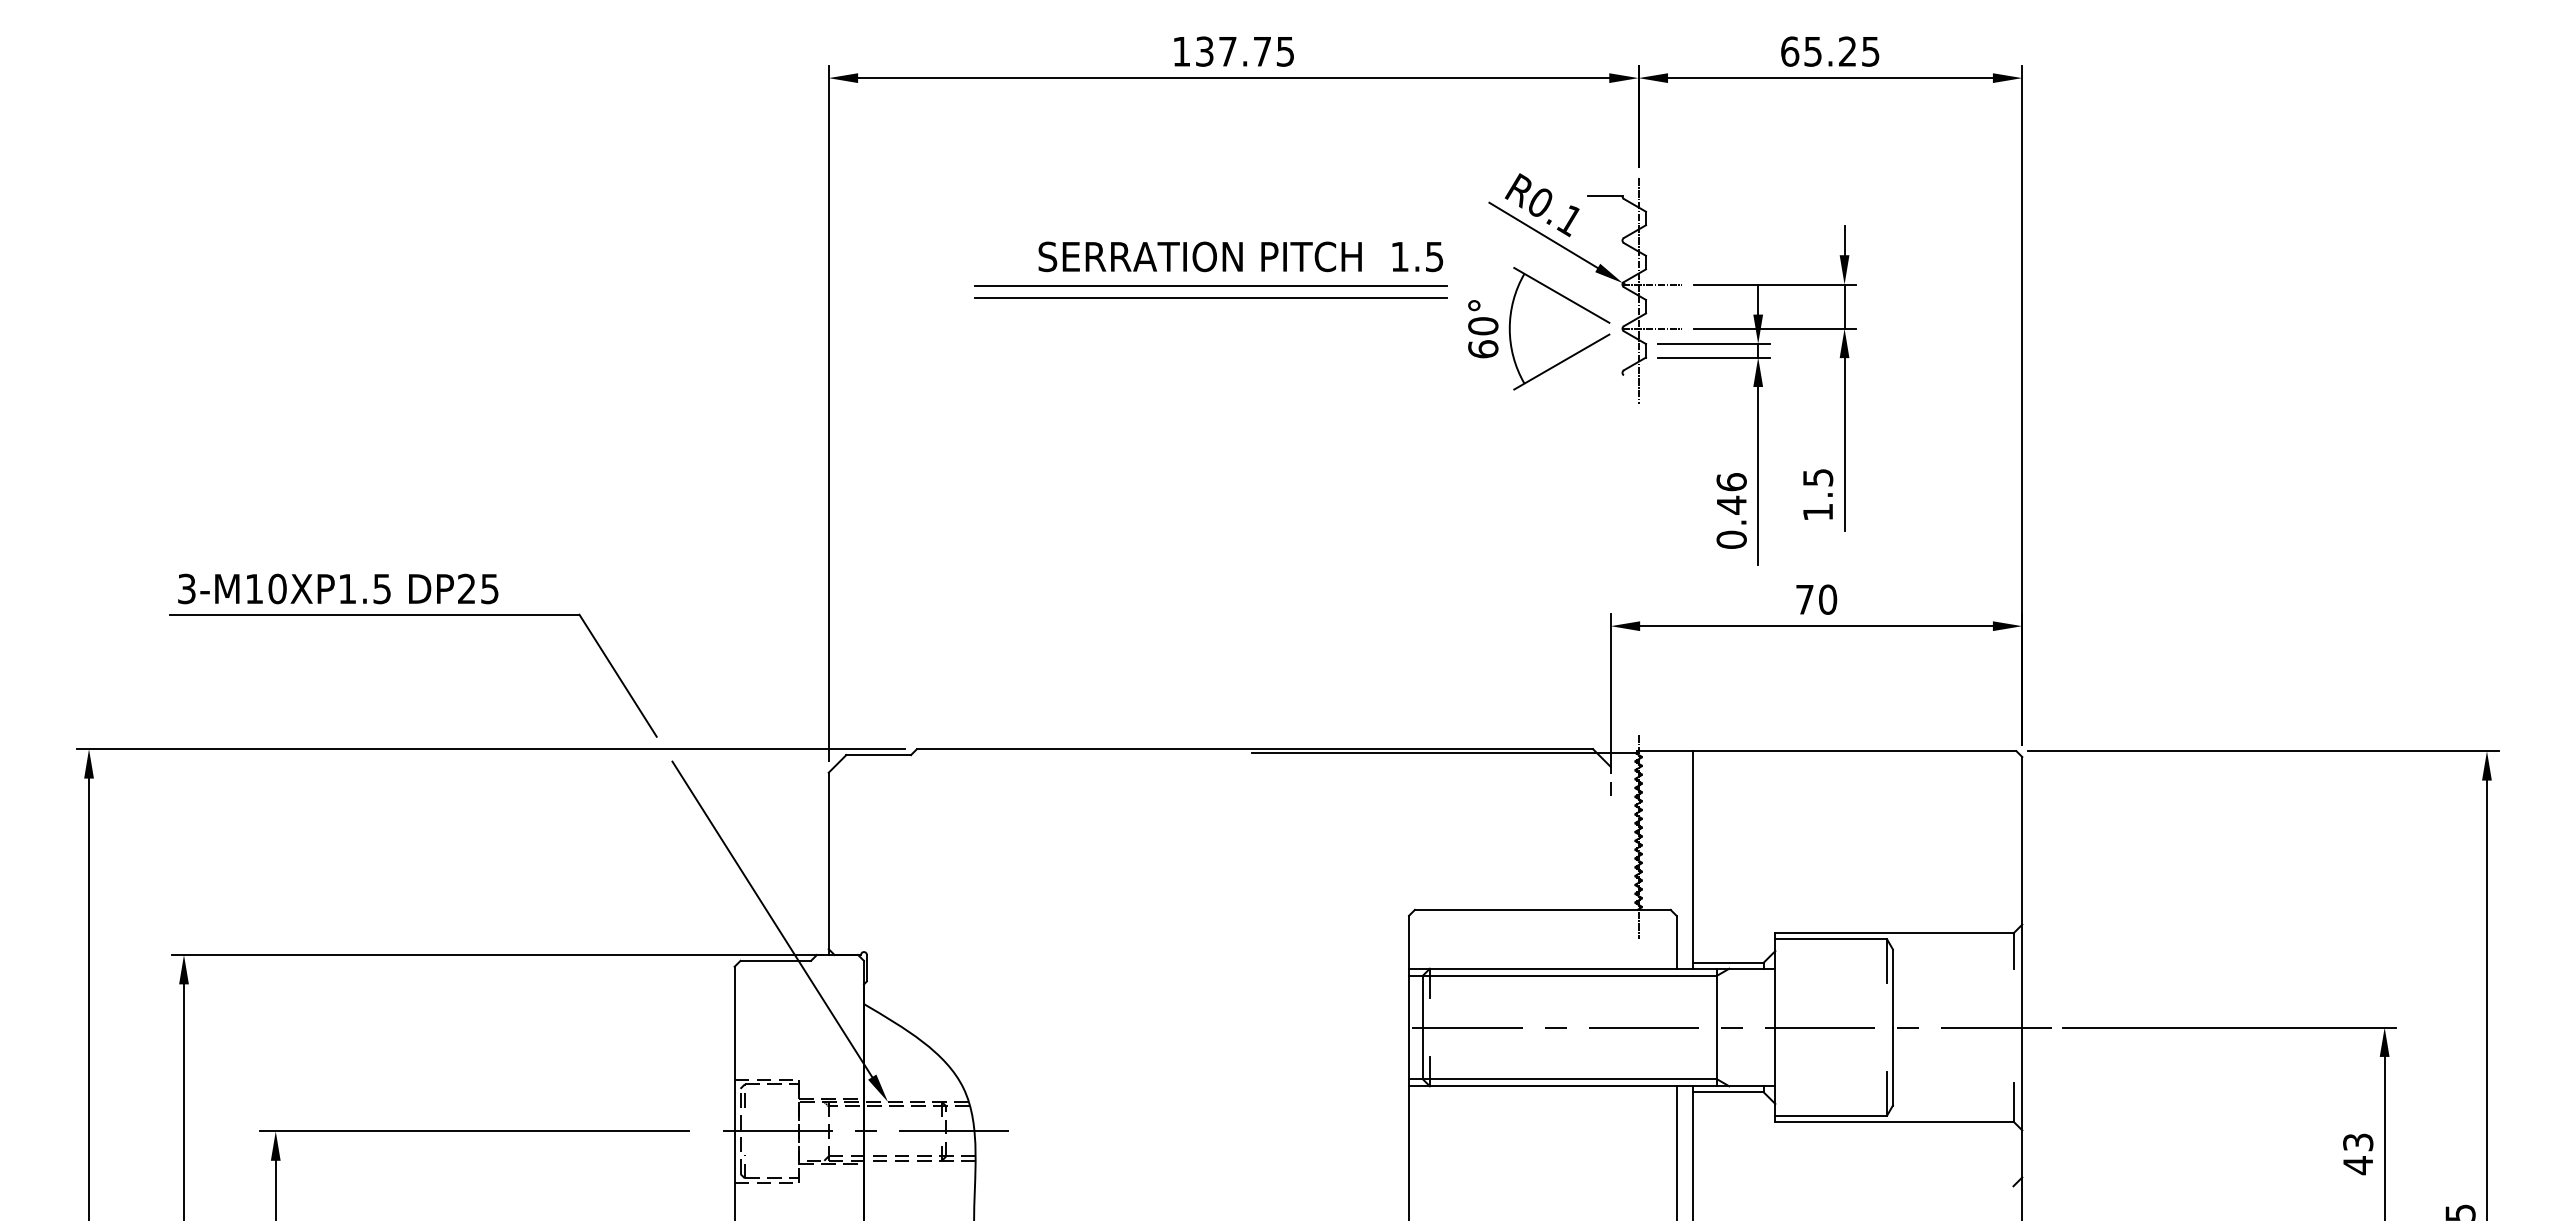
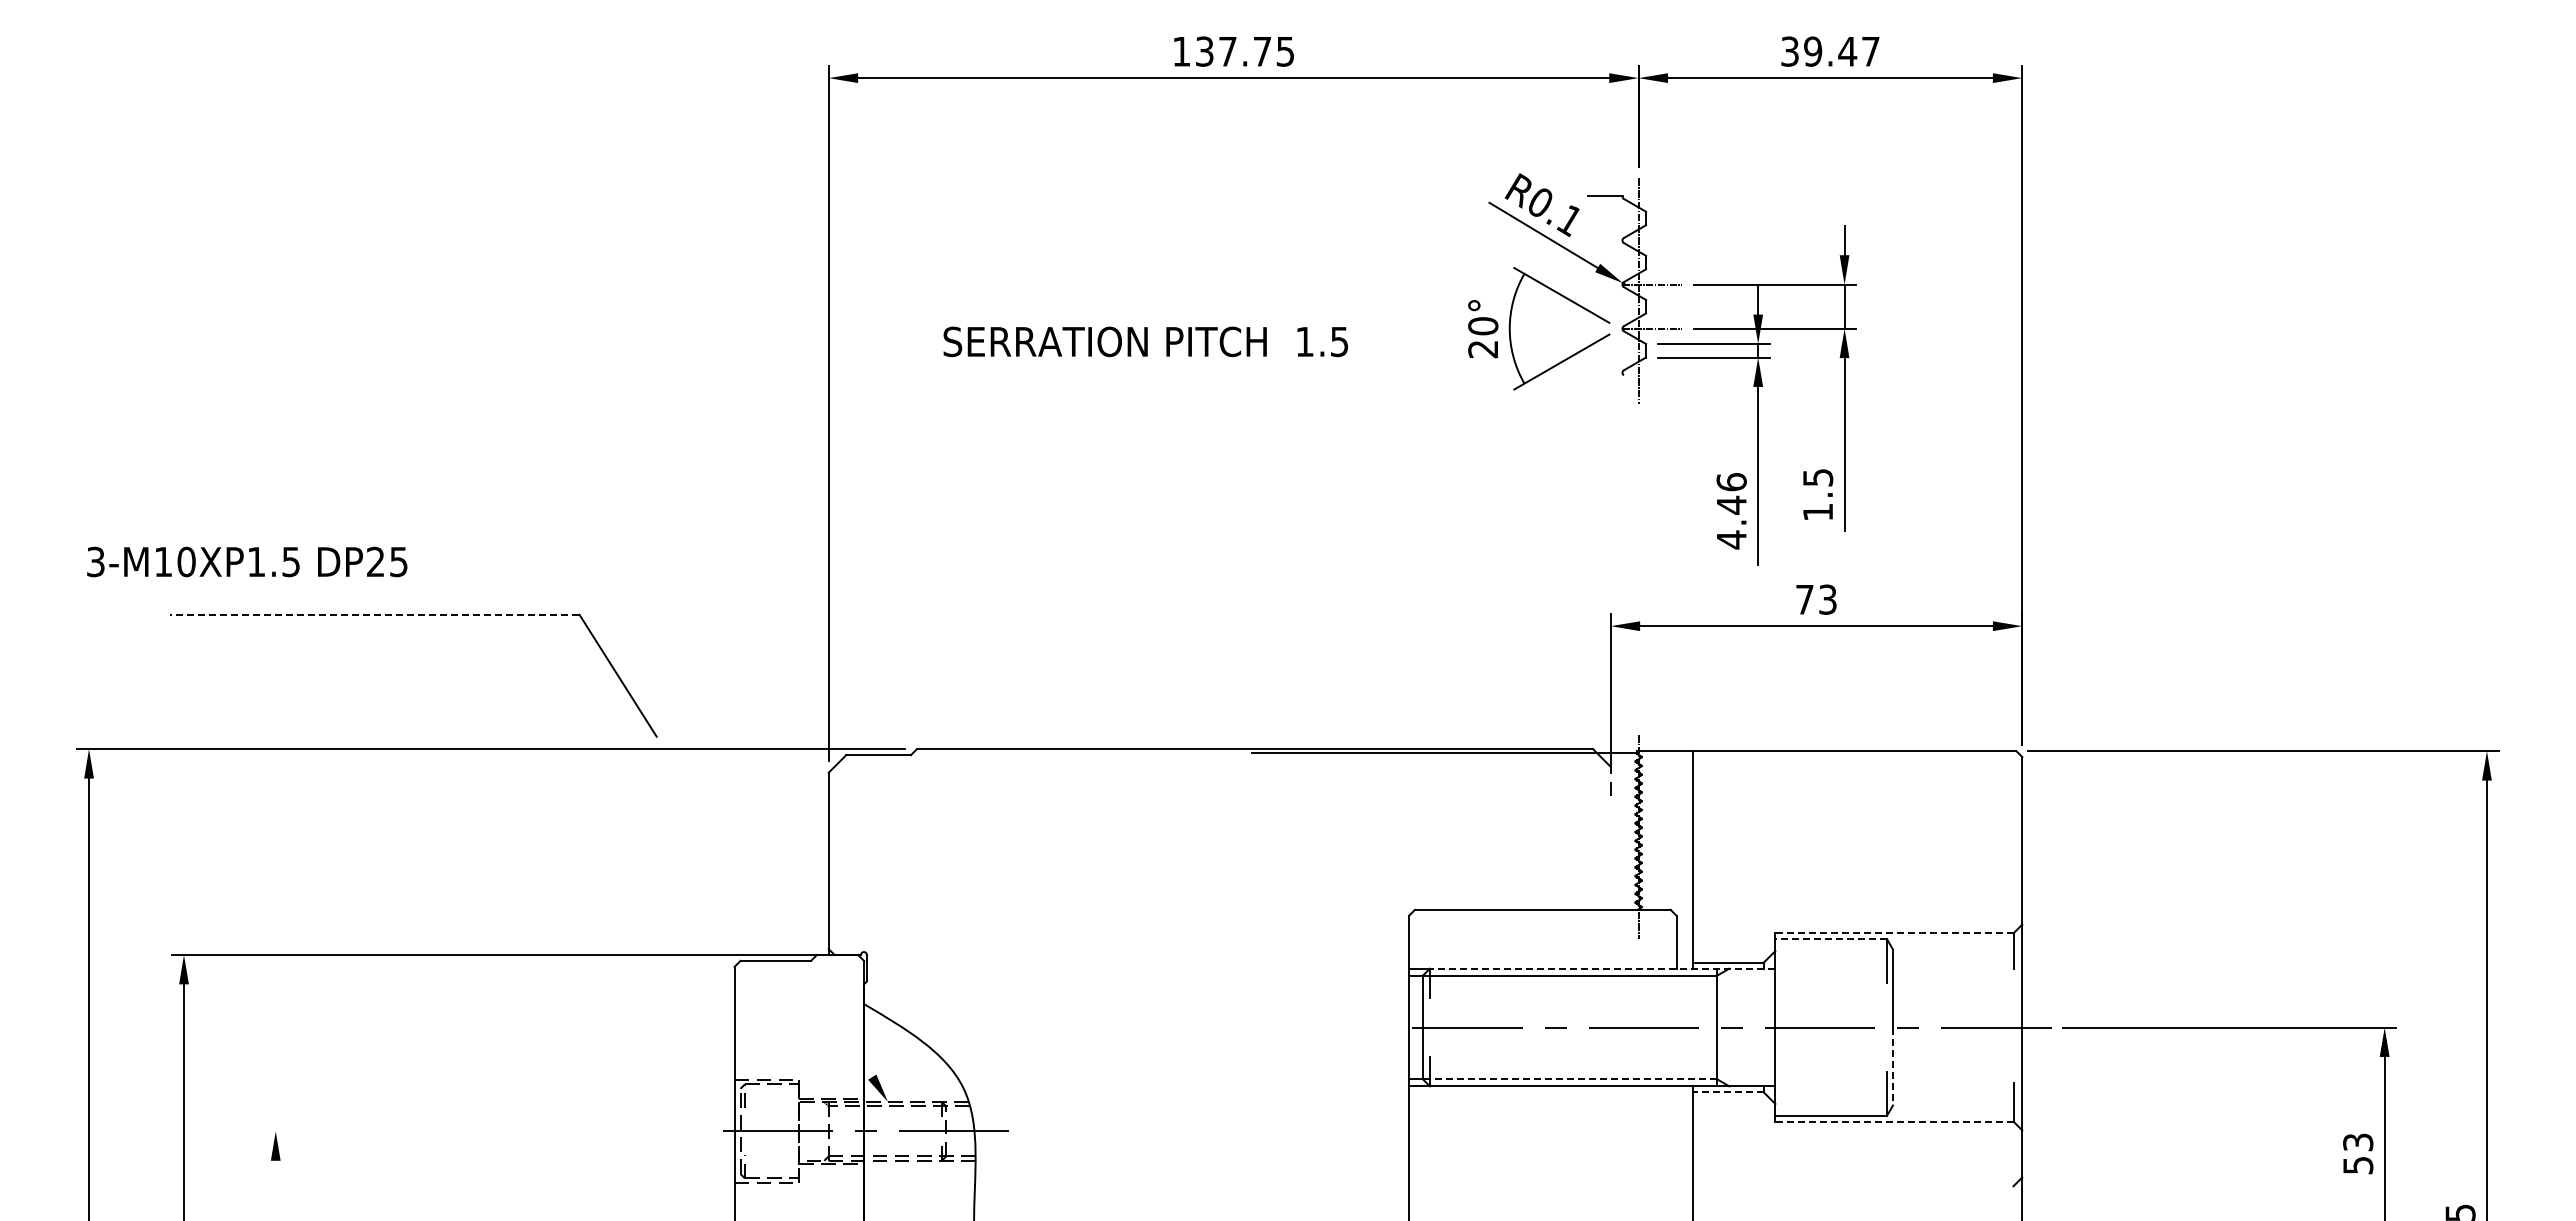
text at (1830, 51): 65.25 -> 39.47
text at (1240, 256) position: (1240, 256) -> (1145, 341)
line at (1210, 286): present -> none
line at (1210, 298): present -> none
text at (1483, 349): 60° -> 20°
text at (1731, 539): 0.46 -> 4.46
text at (338, 588) position: (338, 588) -> (247, 561)
text at (1828, 599): 70 -> 73
line at (374, 614): solid -> dashed
line at (772, 919): present -> none
line at (1893, 933): solid -> dashed
line at (1831, 939): solid -> dashed
line at (1602, 968): solid -> dashed
line at (1892, 1067): solid -> dashed
line at (1569, 1078): solid -> dashed
line at (1727, 1092): solid -> dashed
line at (1893, 1121): solid -> dashed
line at (474, 1131): present -> none
line at (1676, 1151): present -> none
text at (2358, 1165): 43 -> 53
line at (275, 1188): present -> none
